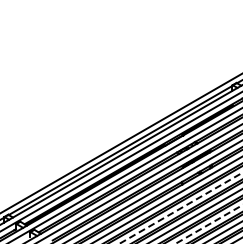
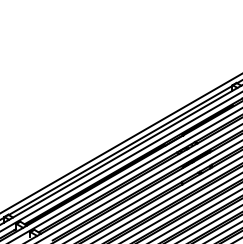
line at (181, 208): dashed -> solid
line at (209, 224): dashed -> solid
